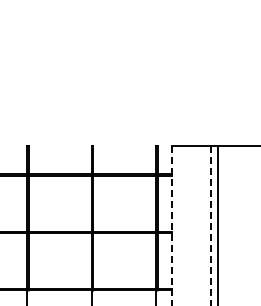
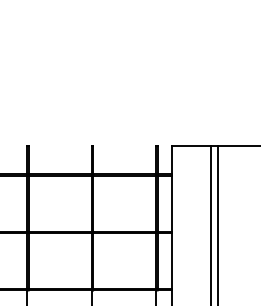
line at (171, 226): dashed -> solid
line at (210, 226): dashed -> solid
